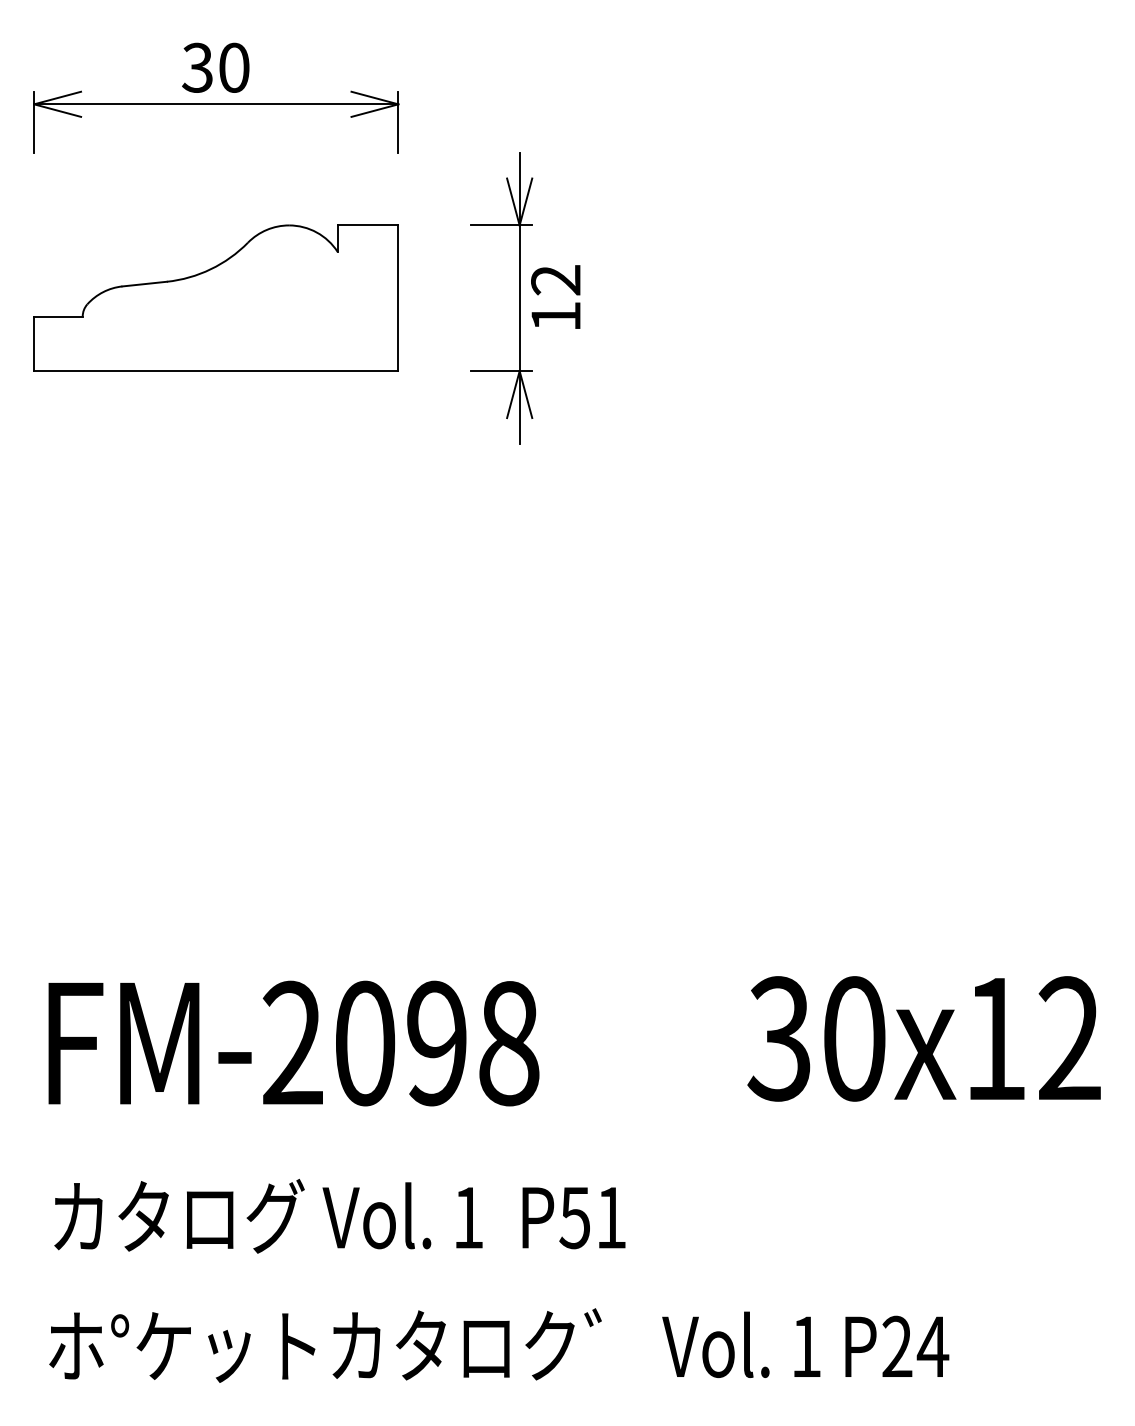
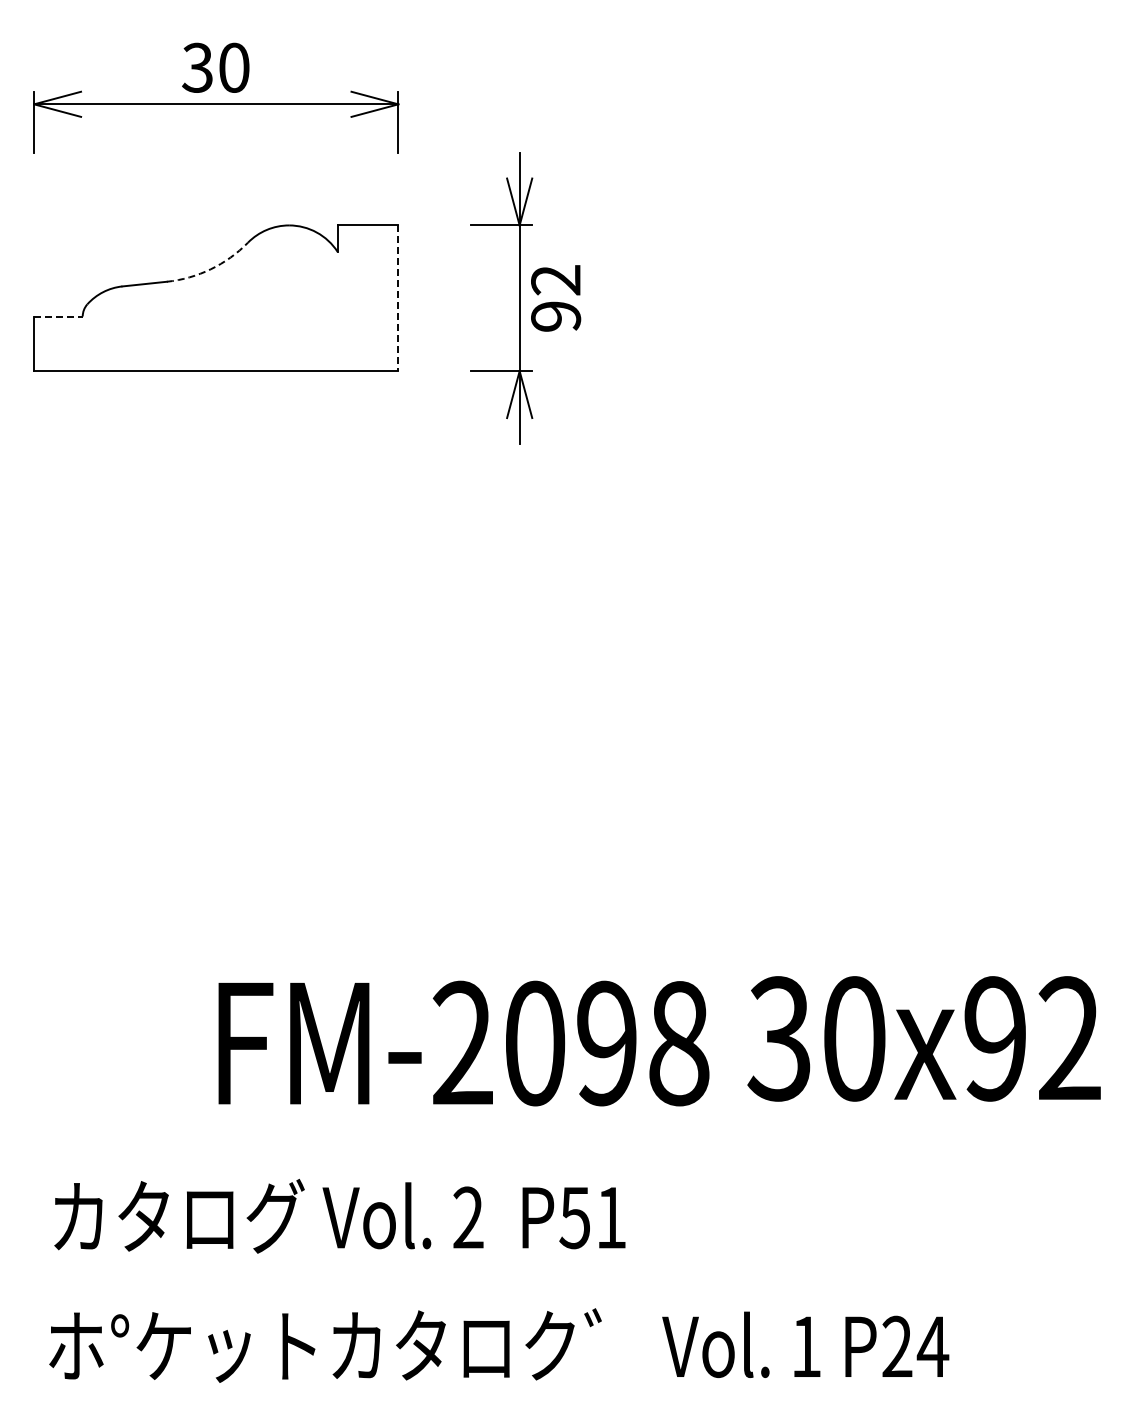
arc at (210, 269): solid -> dashed
line at (398, 298): solid -> dashed
line at (58, 316): solid -> dashed
text at (556, 316): 12 -> 92
text at (994, 1038): 30x12 -> 30x92
text at (293, 1043) position: (293, 1043) -> (463, 1043)
text at (468, 1217): 1 -> 2
